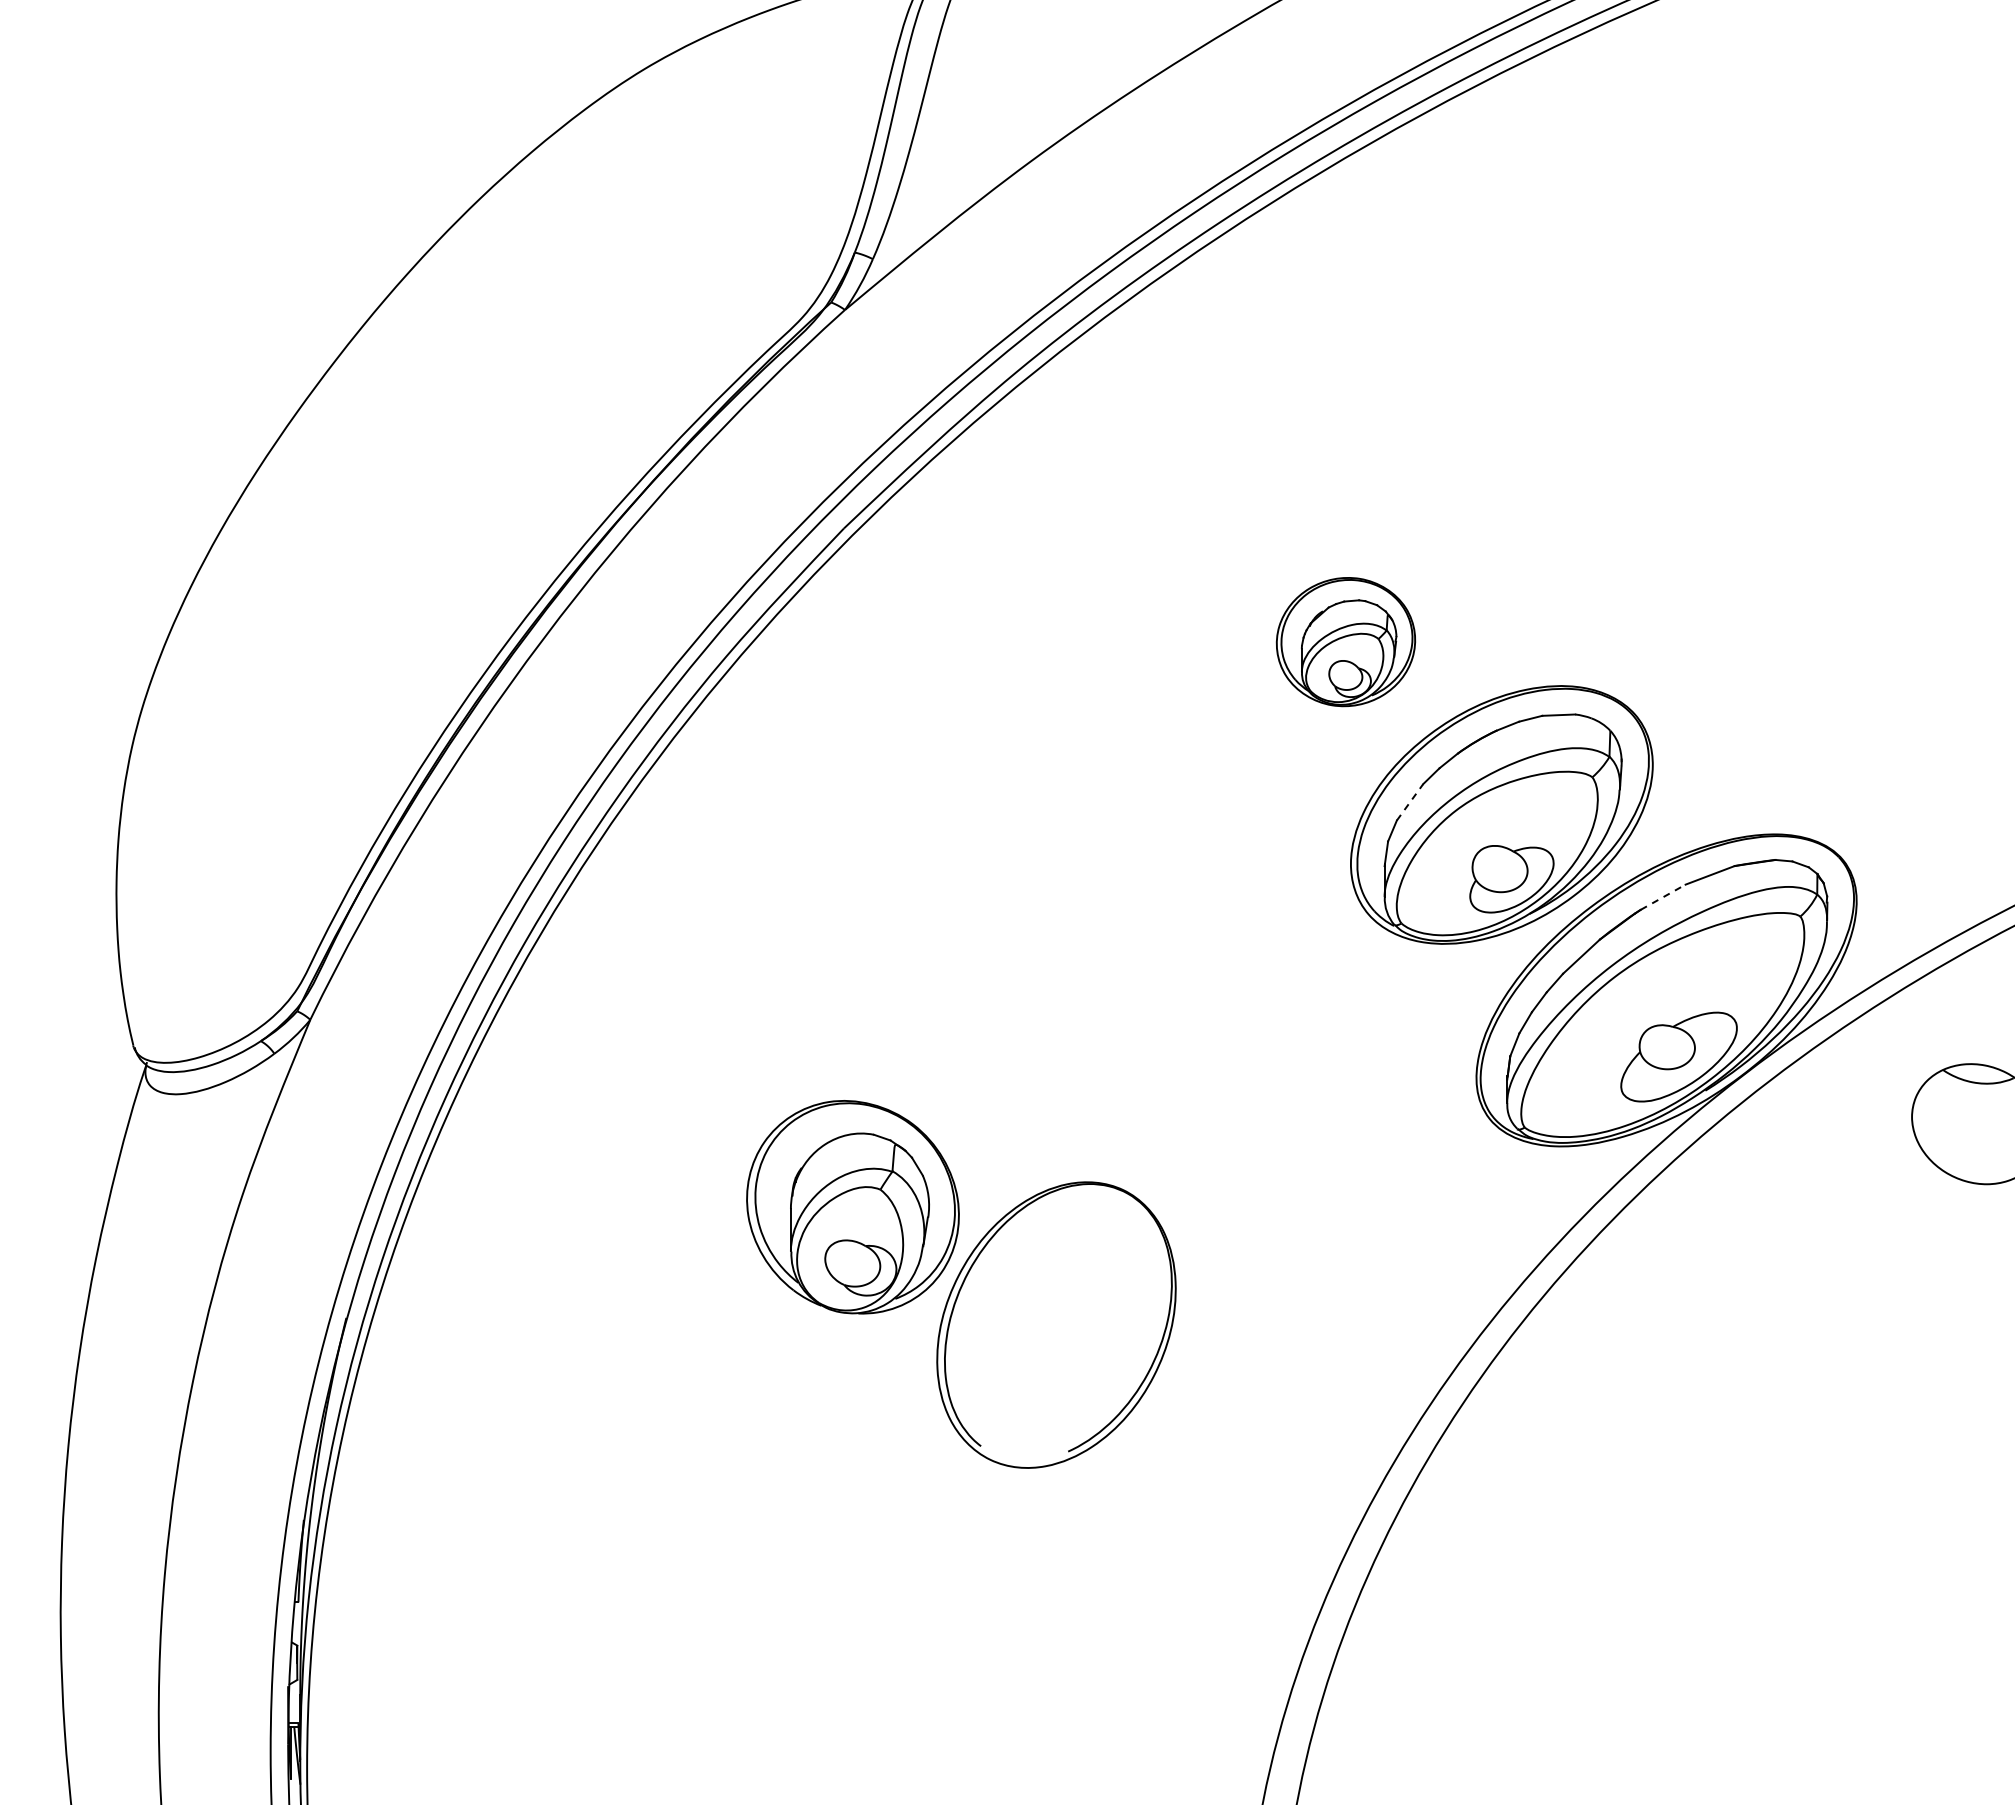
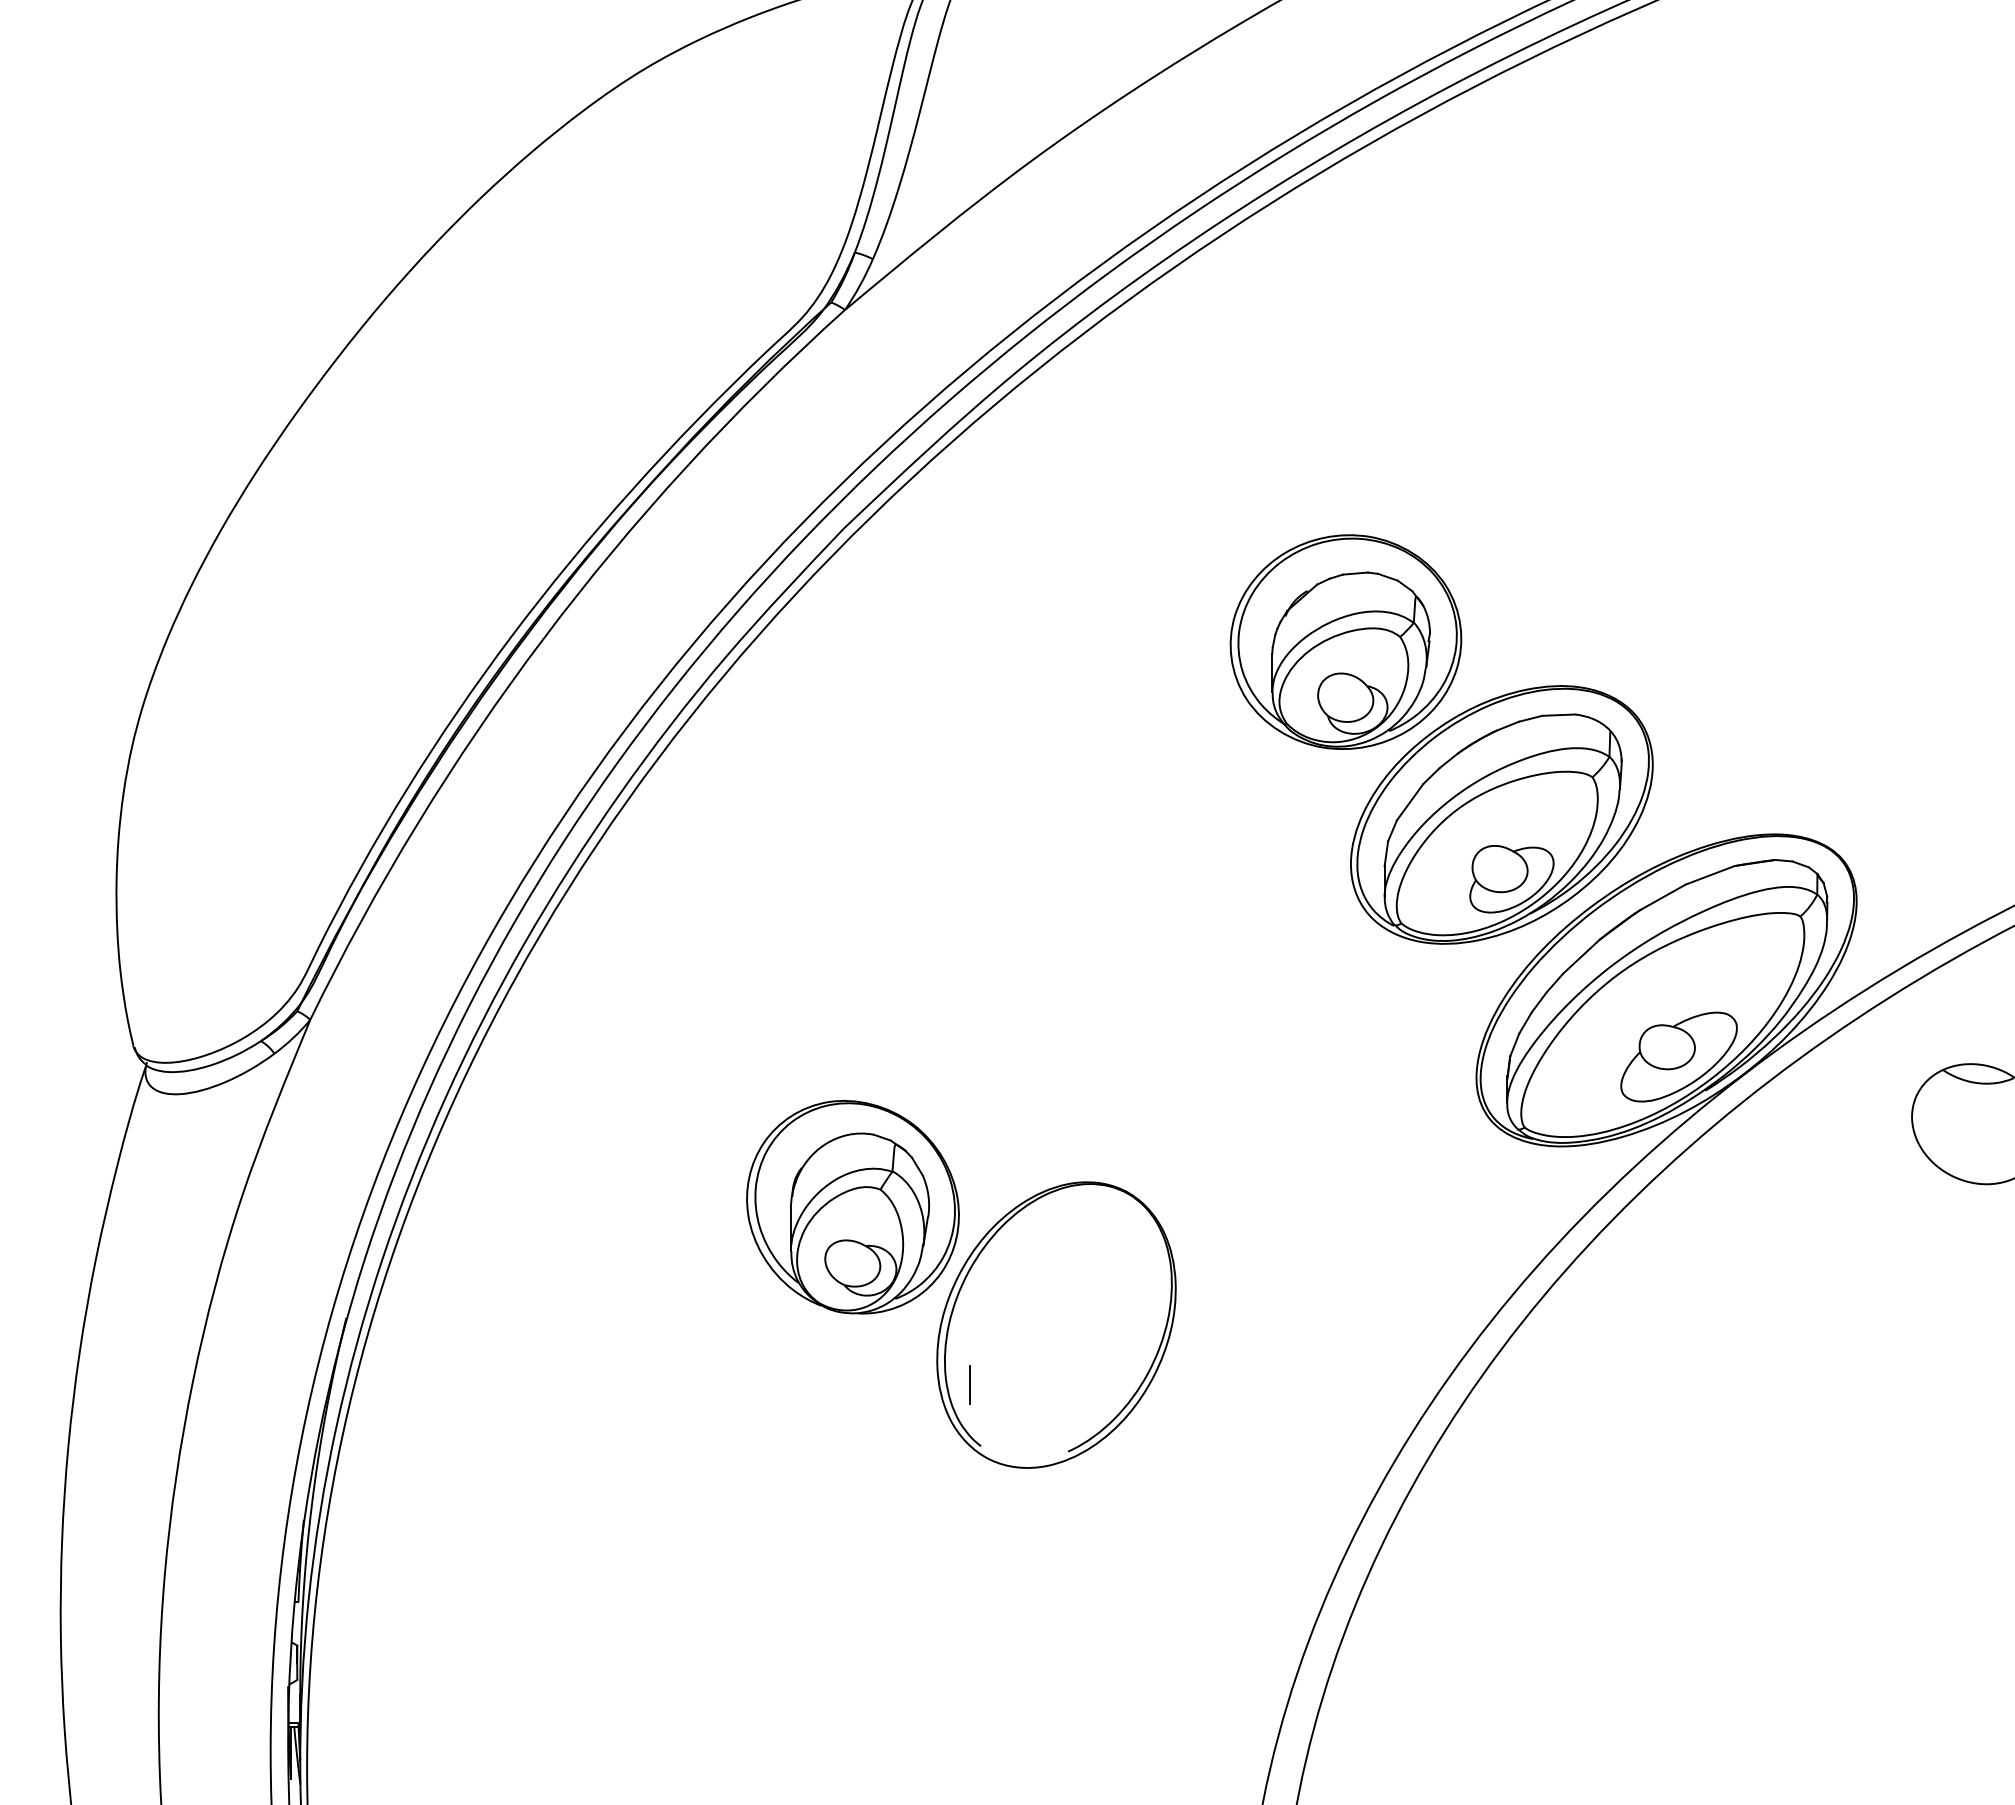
part at (1345, 642) size: 142x131 px -> 234x216 px
line at (1410, 801): dashed -> solid
line at (1663, 897): dashed -> solid
line at (970, 1384): none -> present
